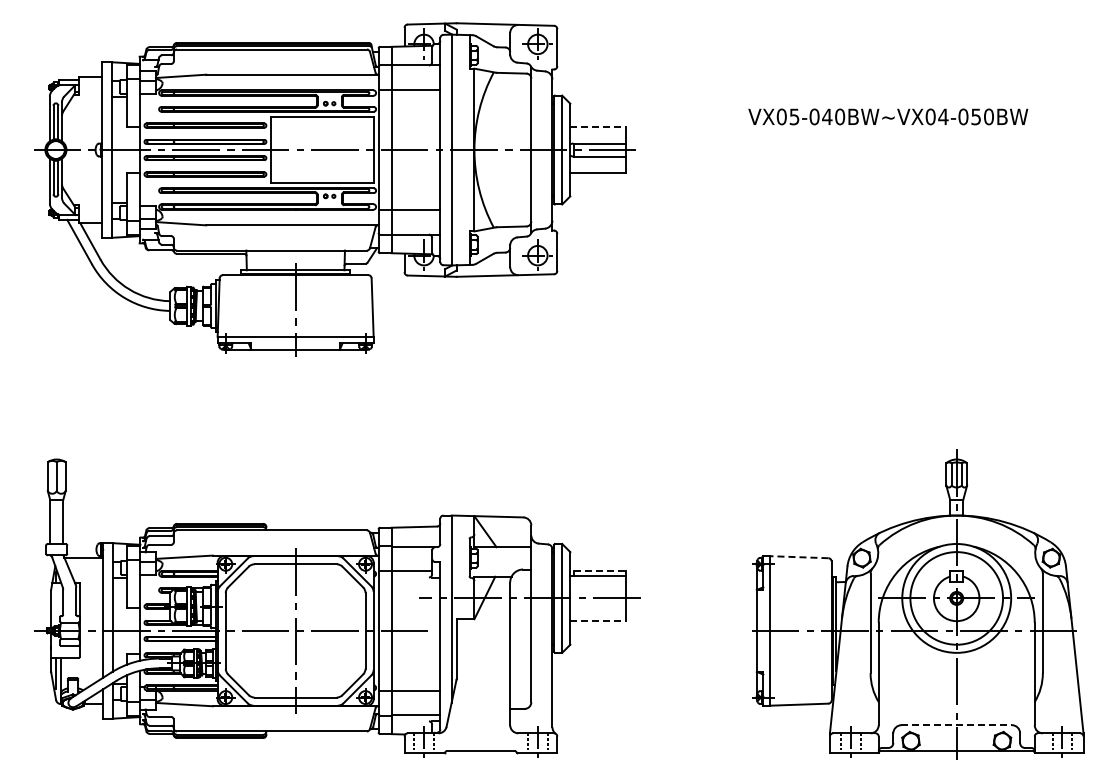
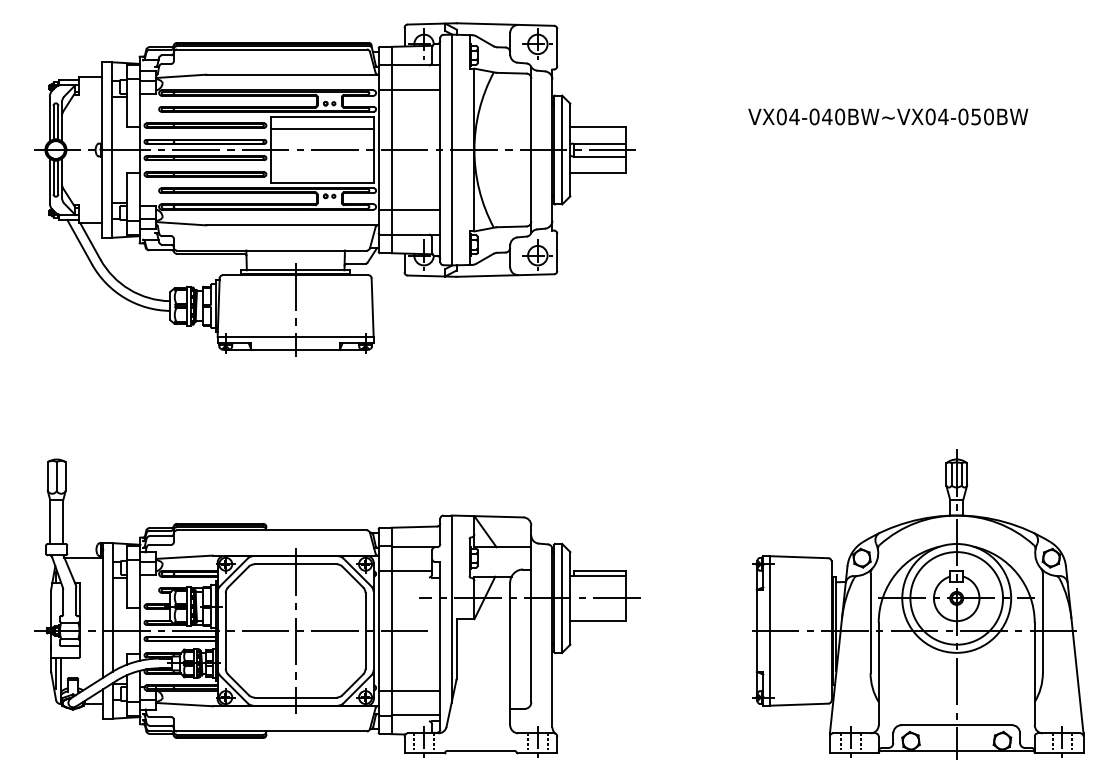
text at (794, 116): VX05-040BW~VX04-050BW -> VX04-040BW~VX04-050BW
line at (597, 127): dashed -> solid
line at (322, 128): none -> present
line at (798, 557): dashed -> solid
line at (600, 570): dashed -> solid
line at (597, 621): dashed -> solid
line at (957, 725): dashed -> solid
